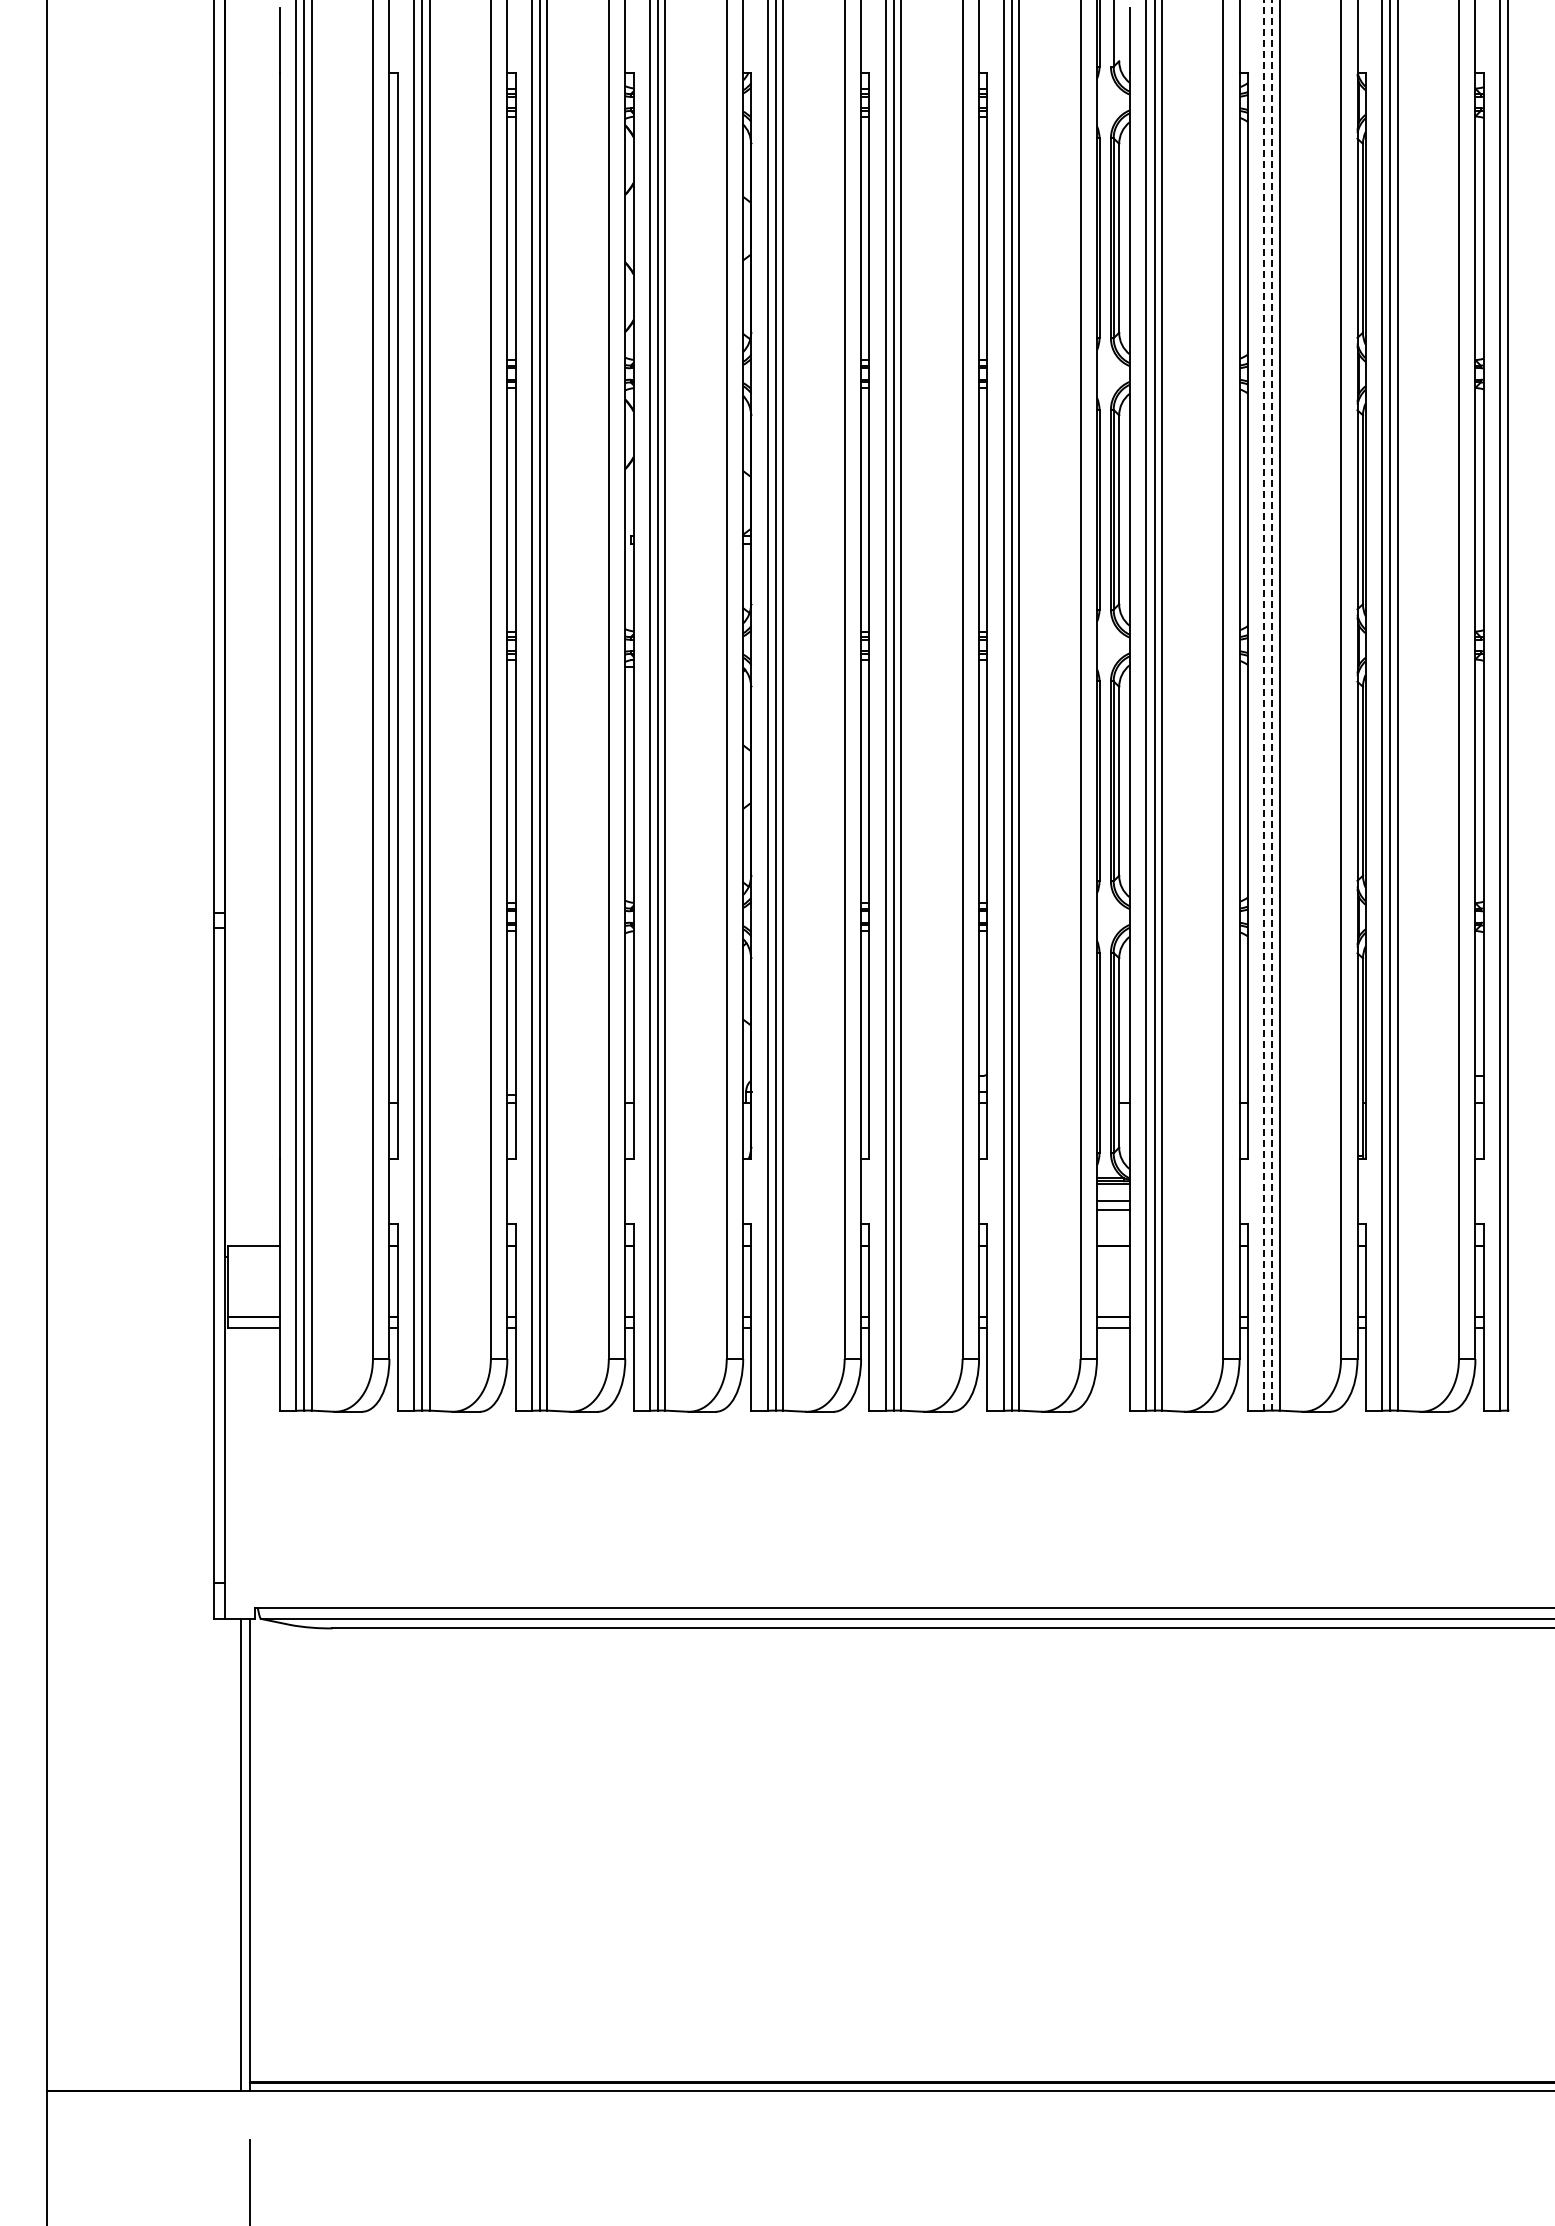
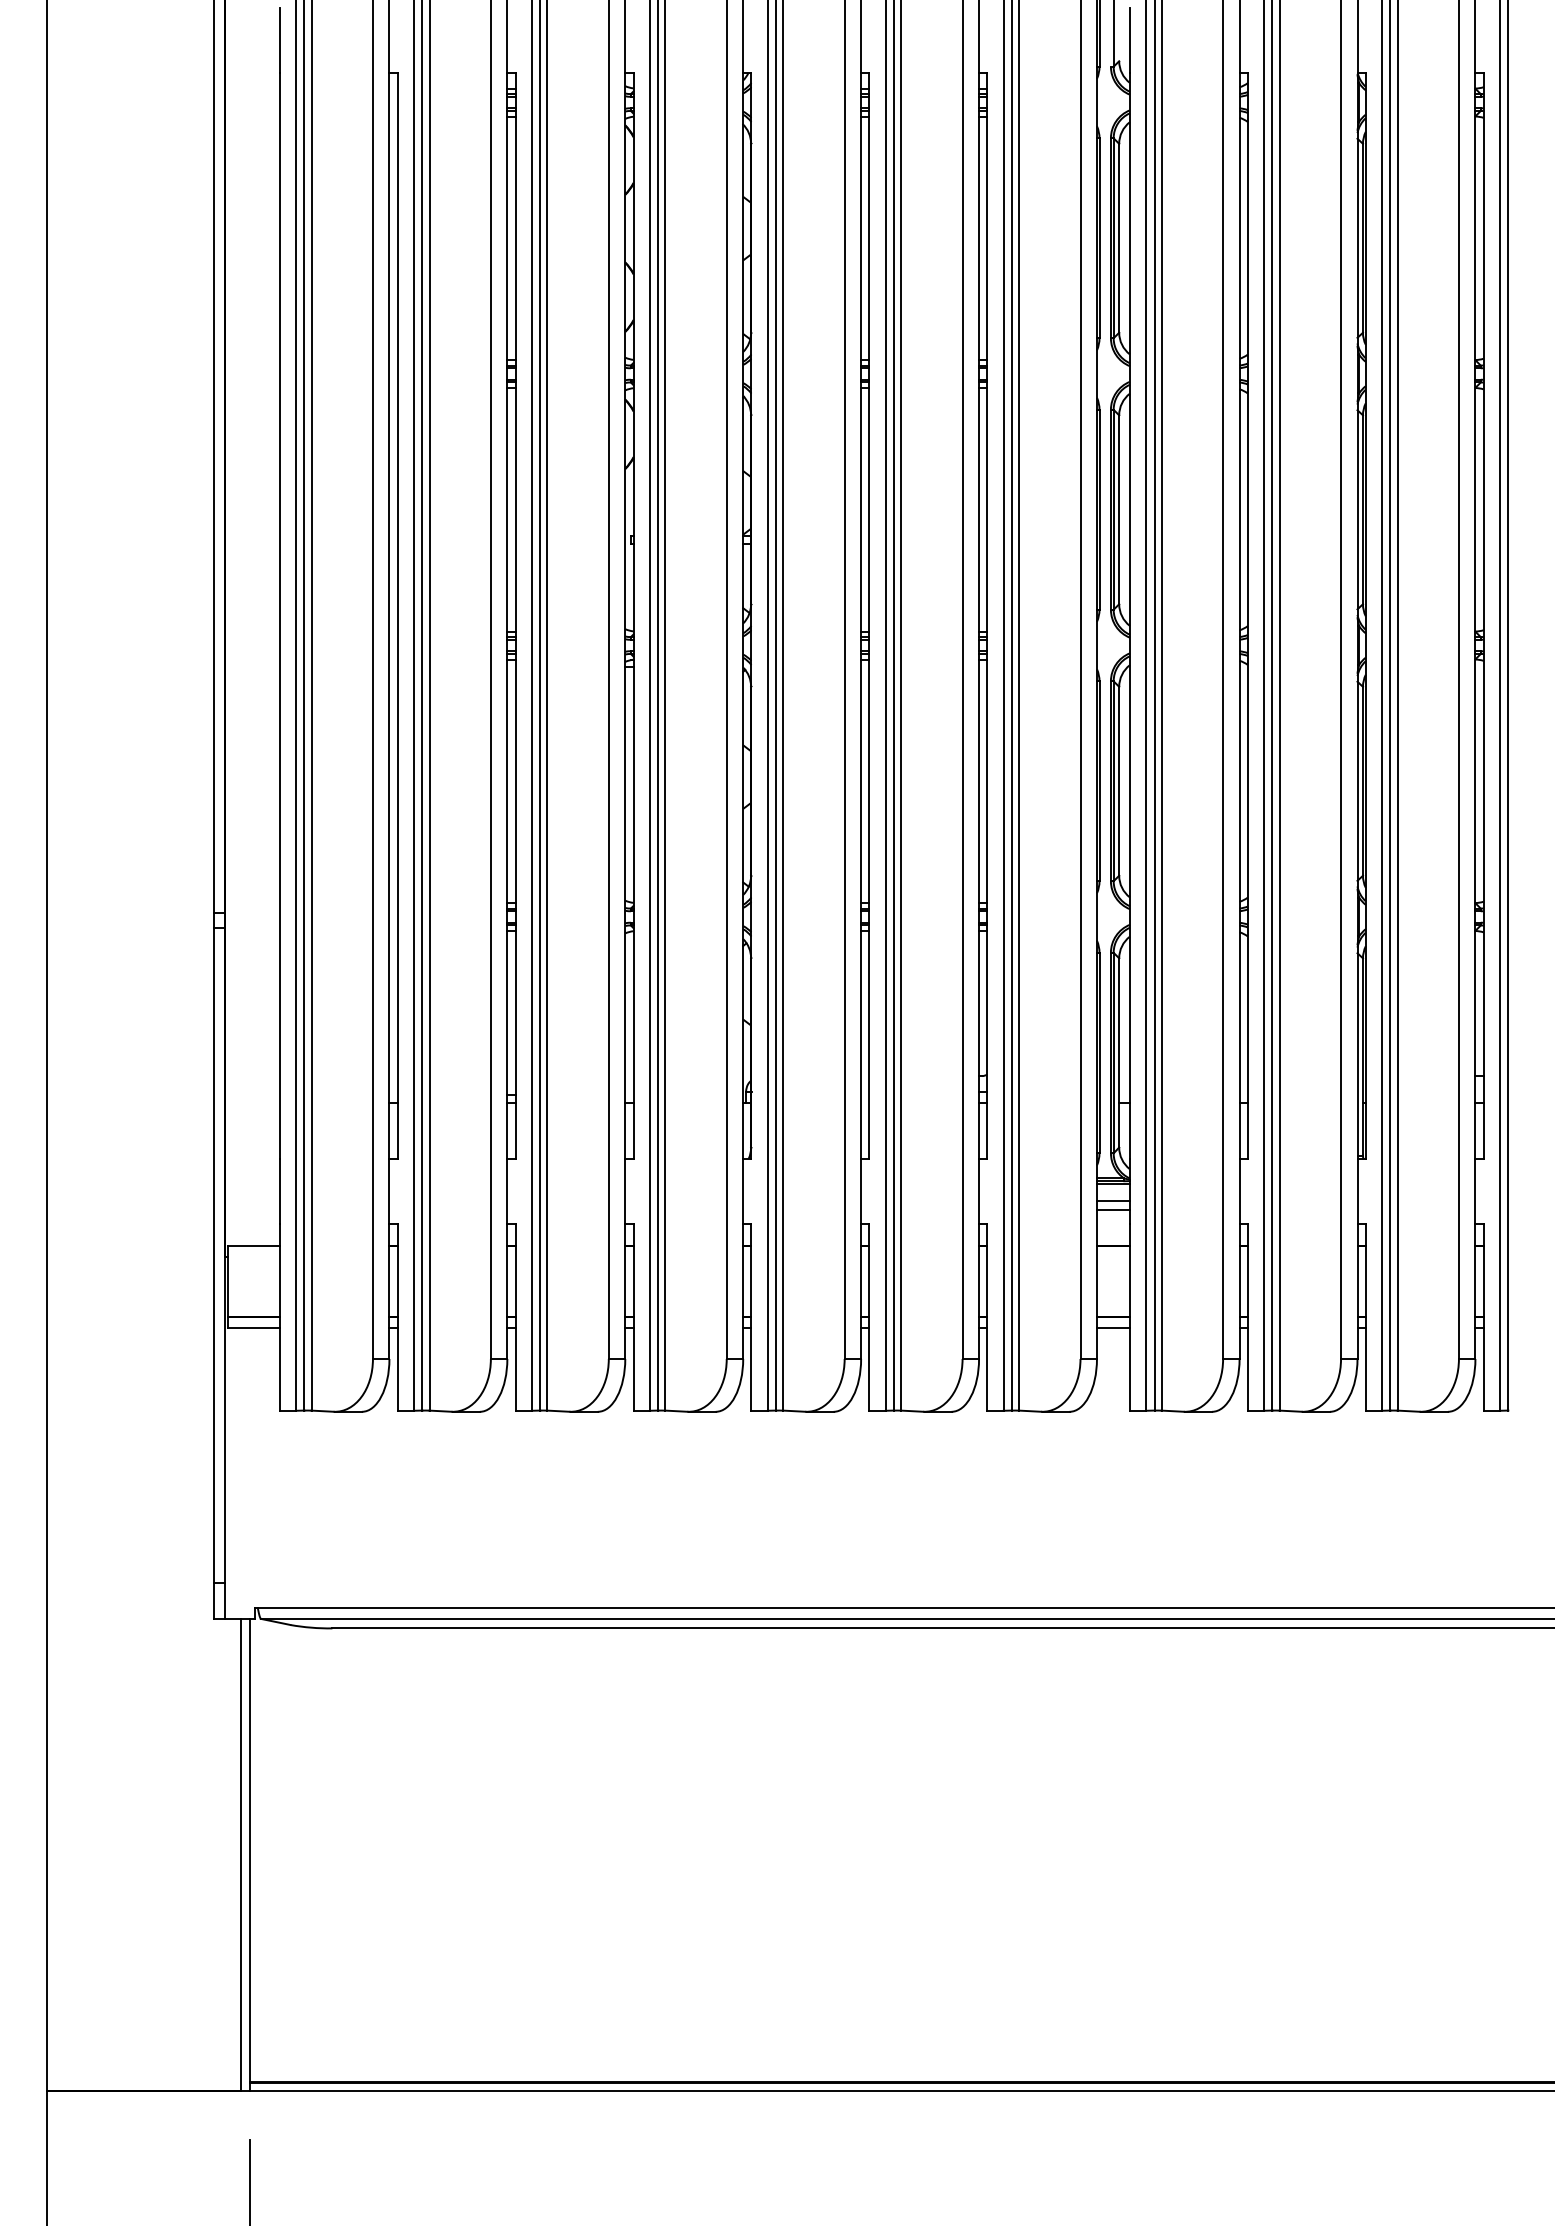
line at (1264, 705): dashed -> solid
line at (1272, 705): dashed -> solid
